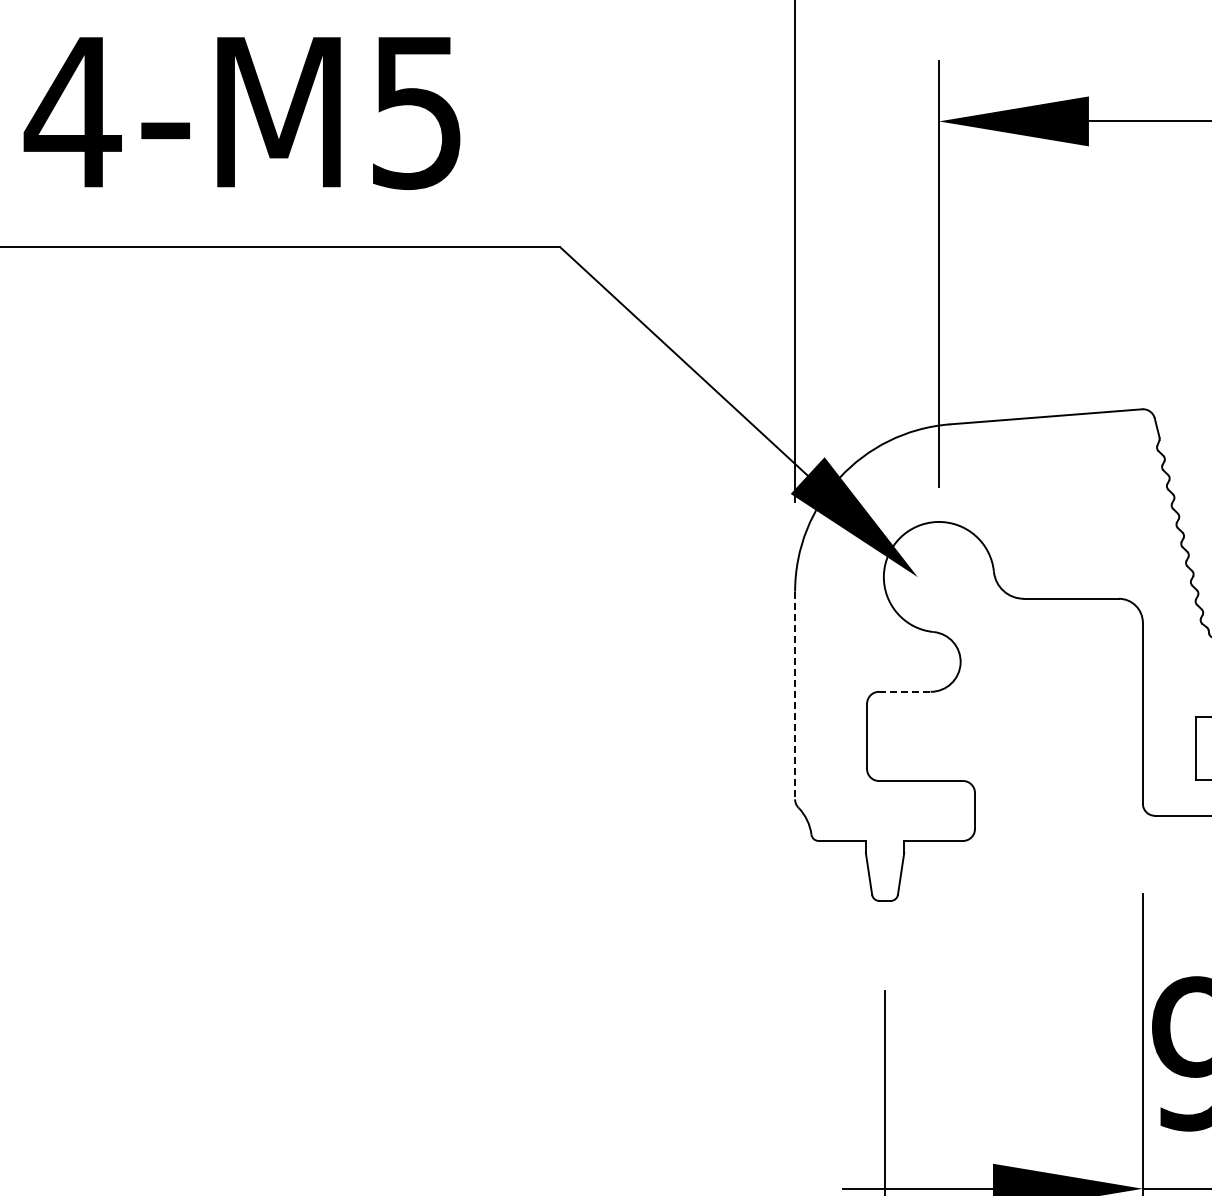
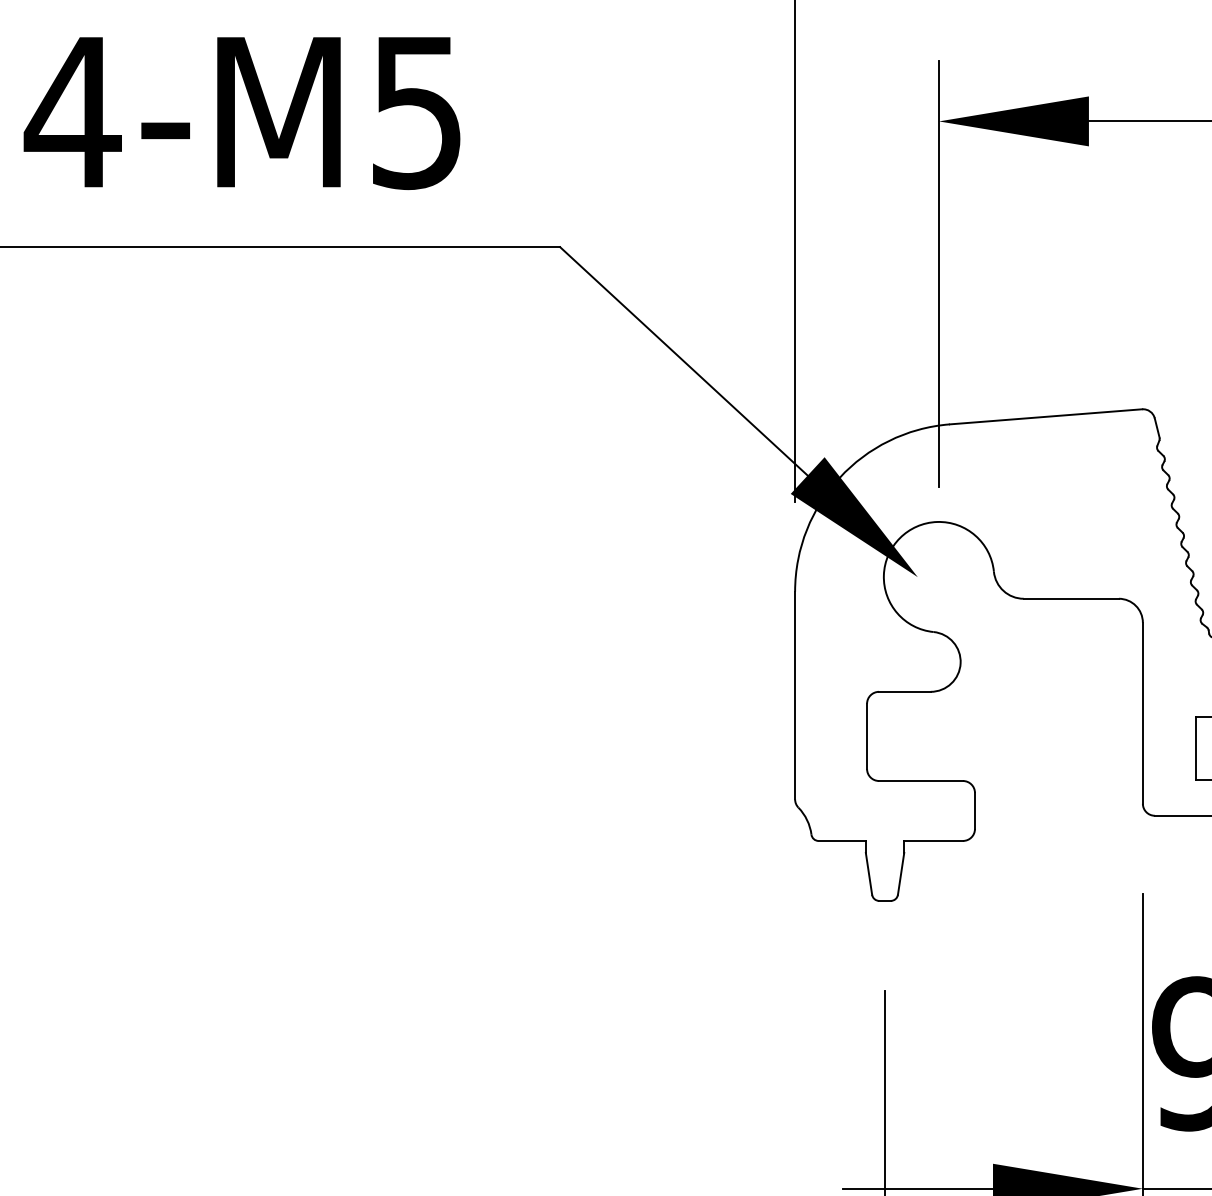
line at (904, 691): dashed -> solid
line at (795, 695): dashed -> solid
